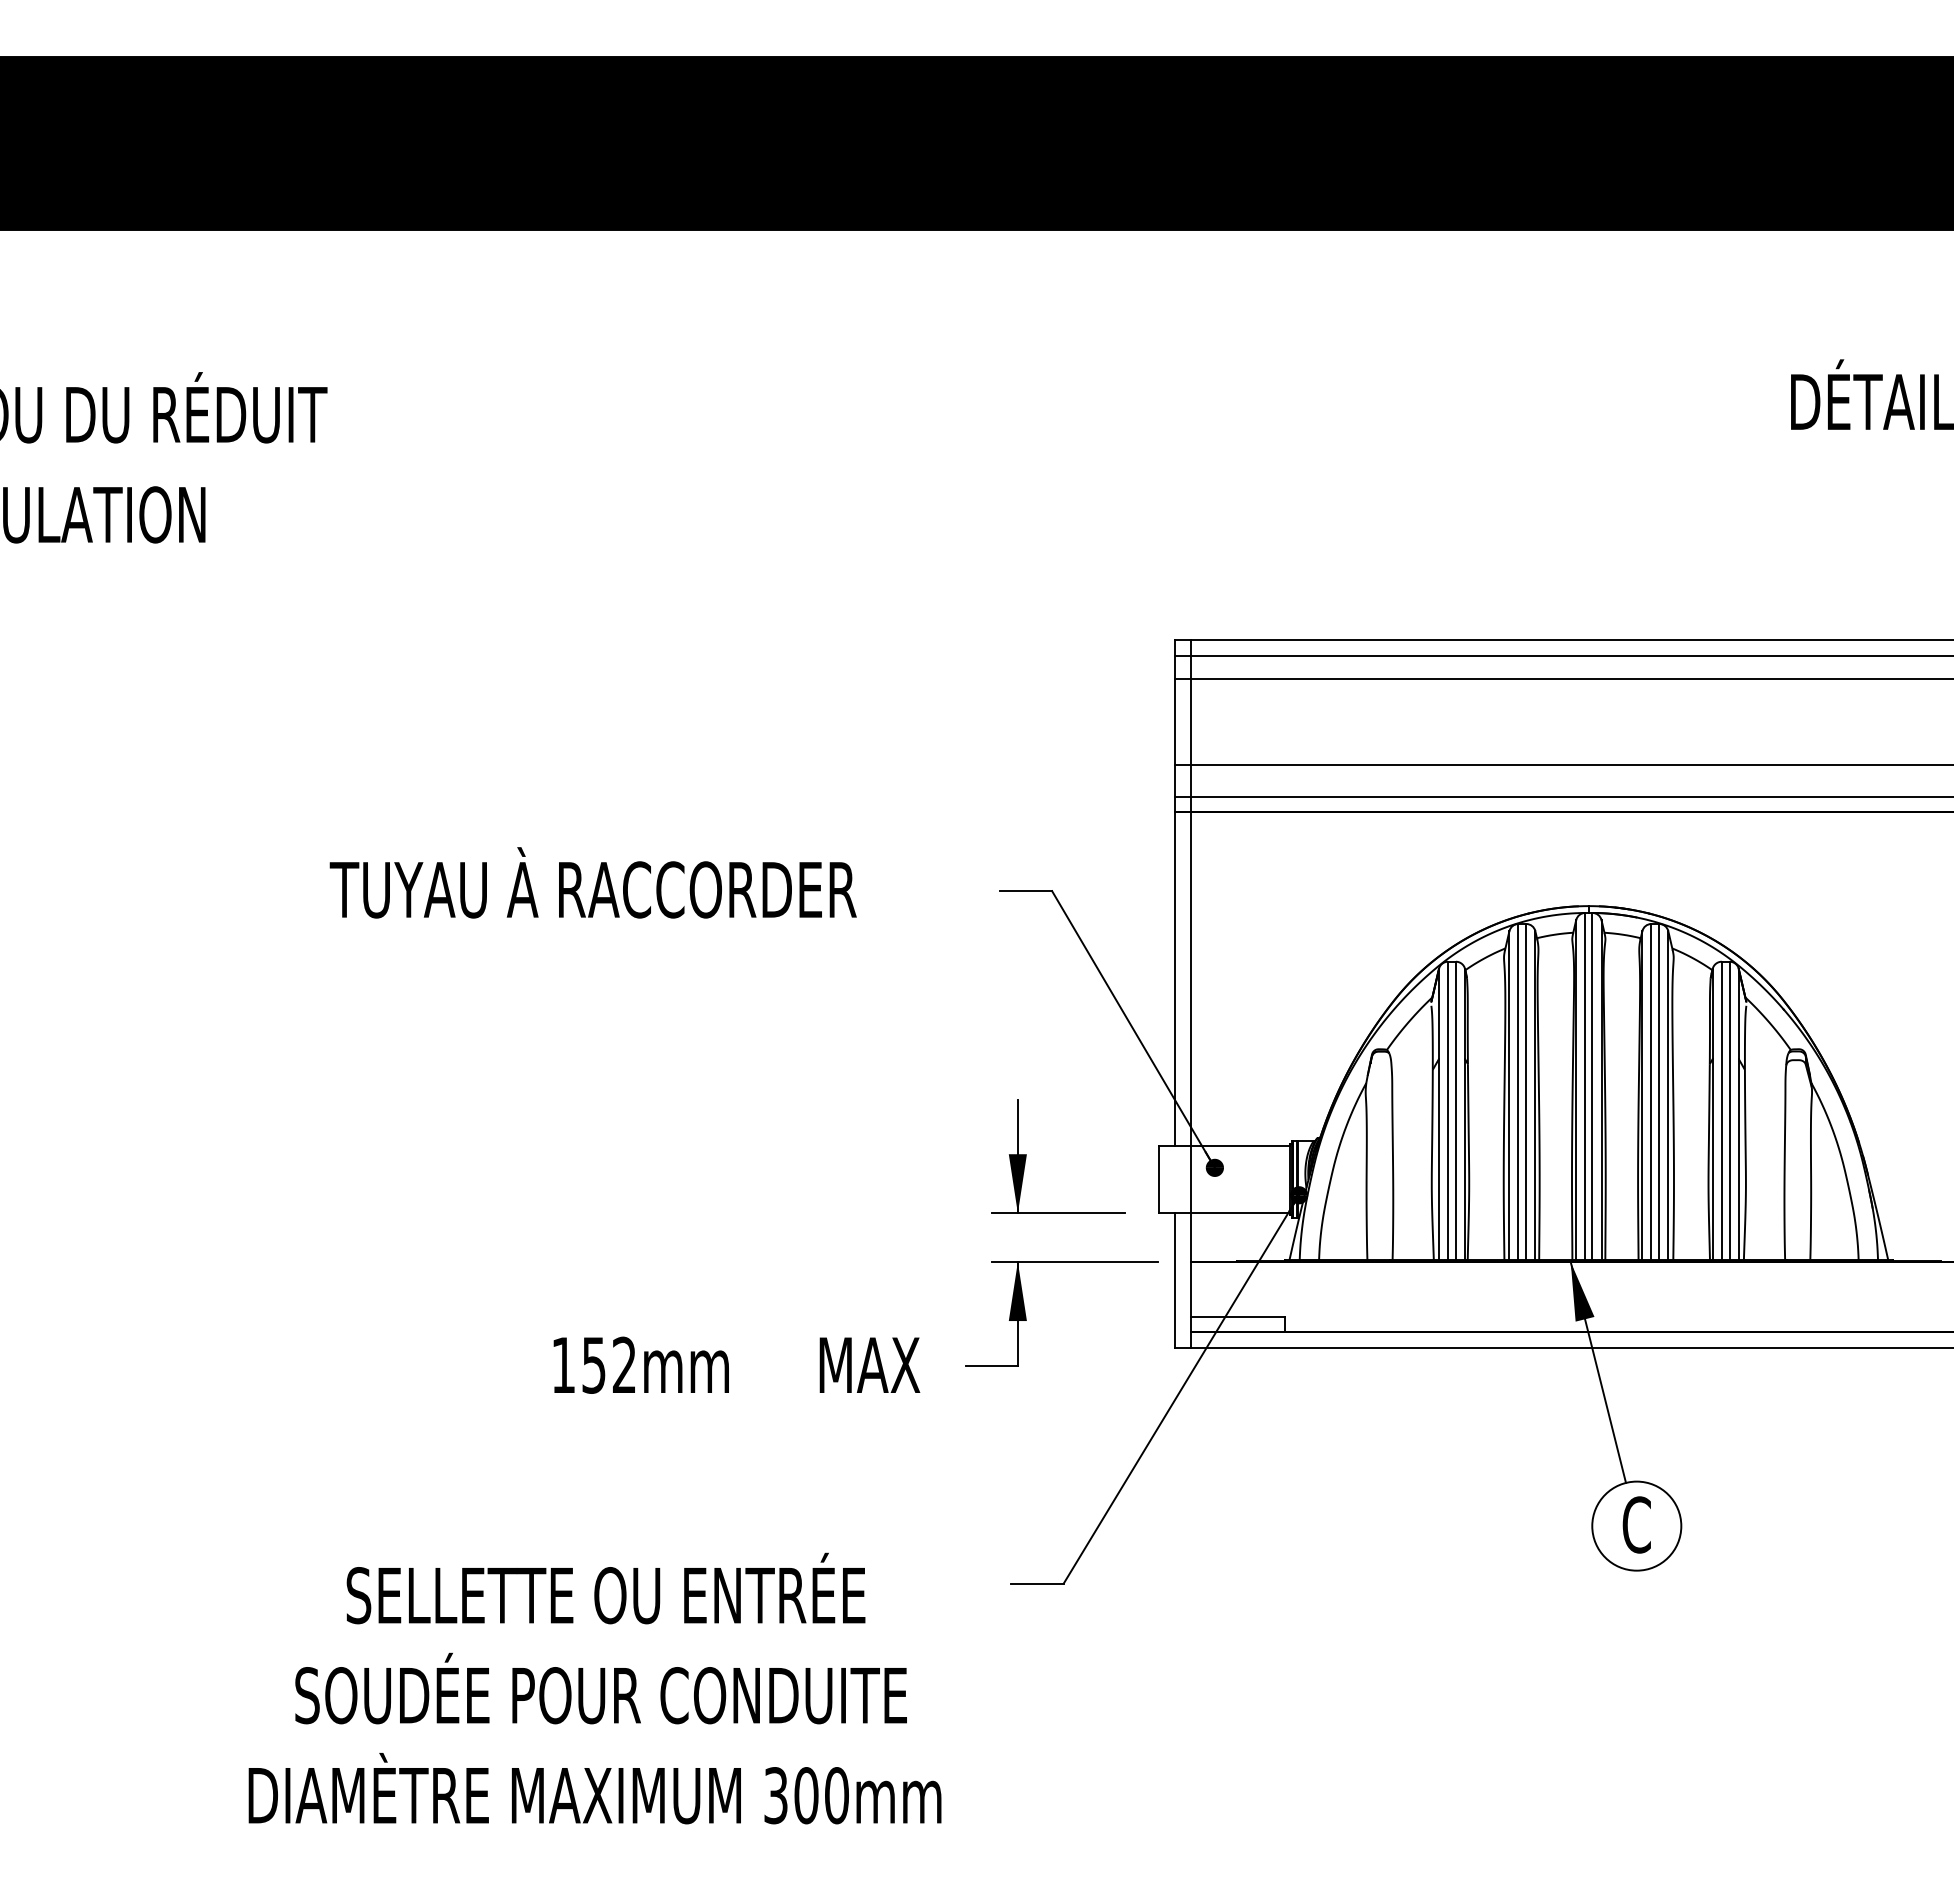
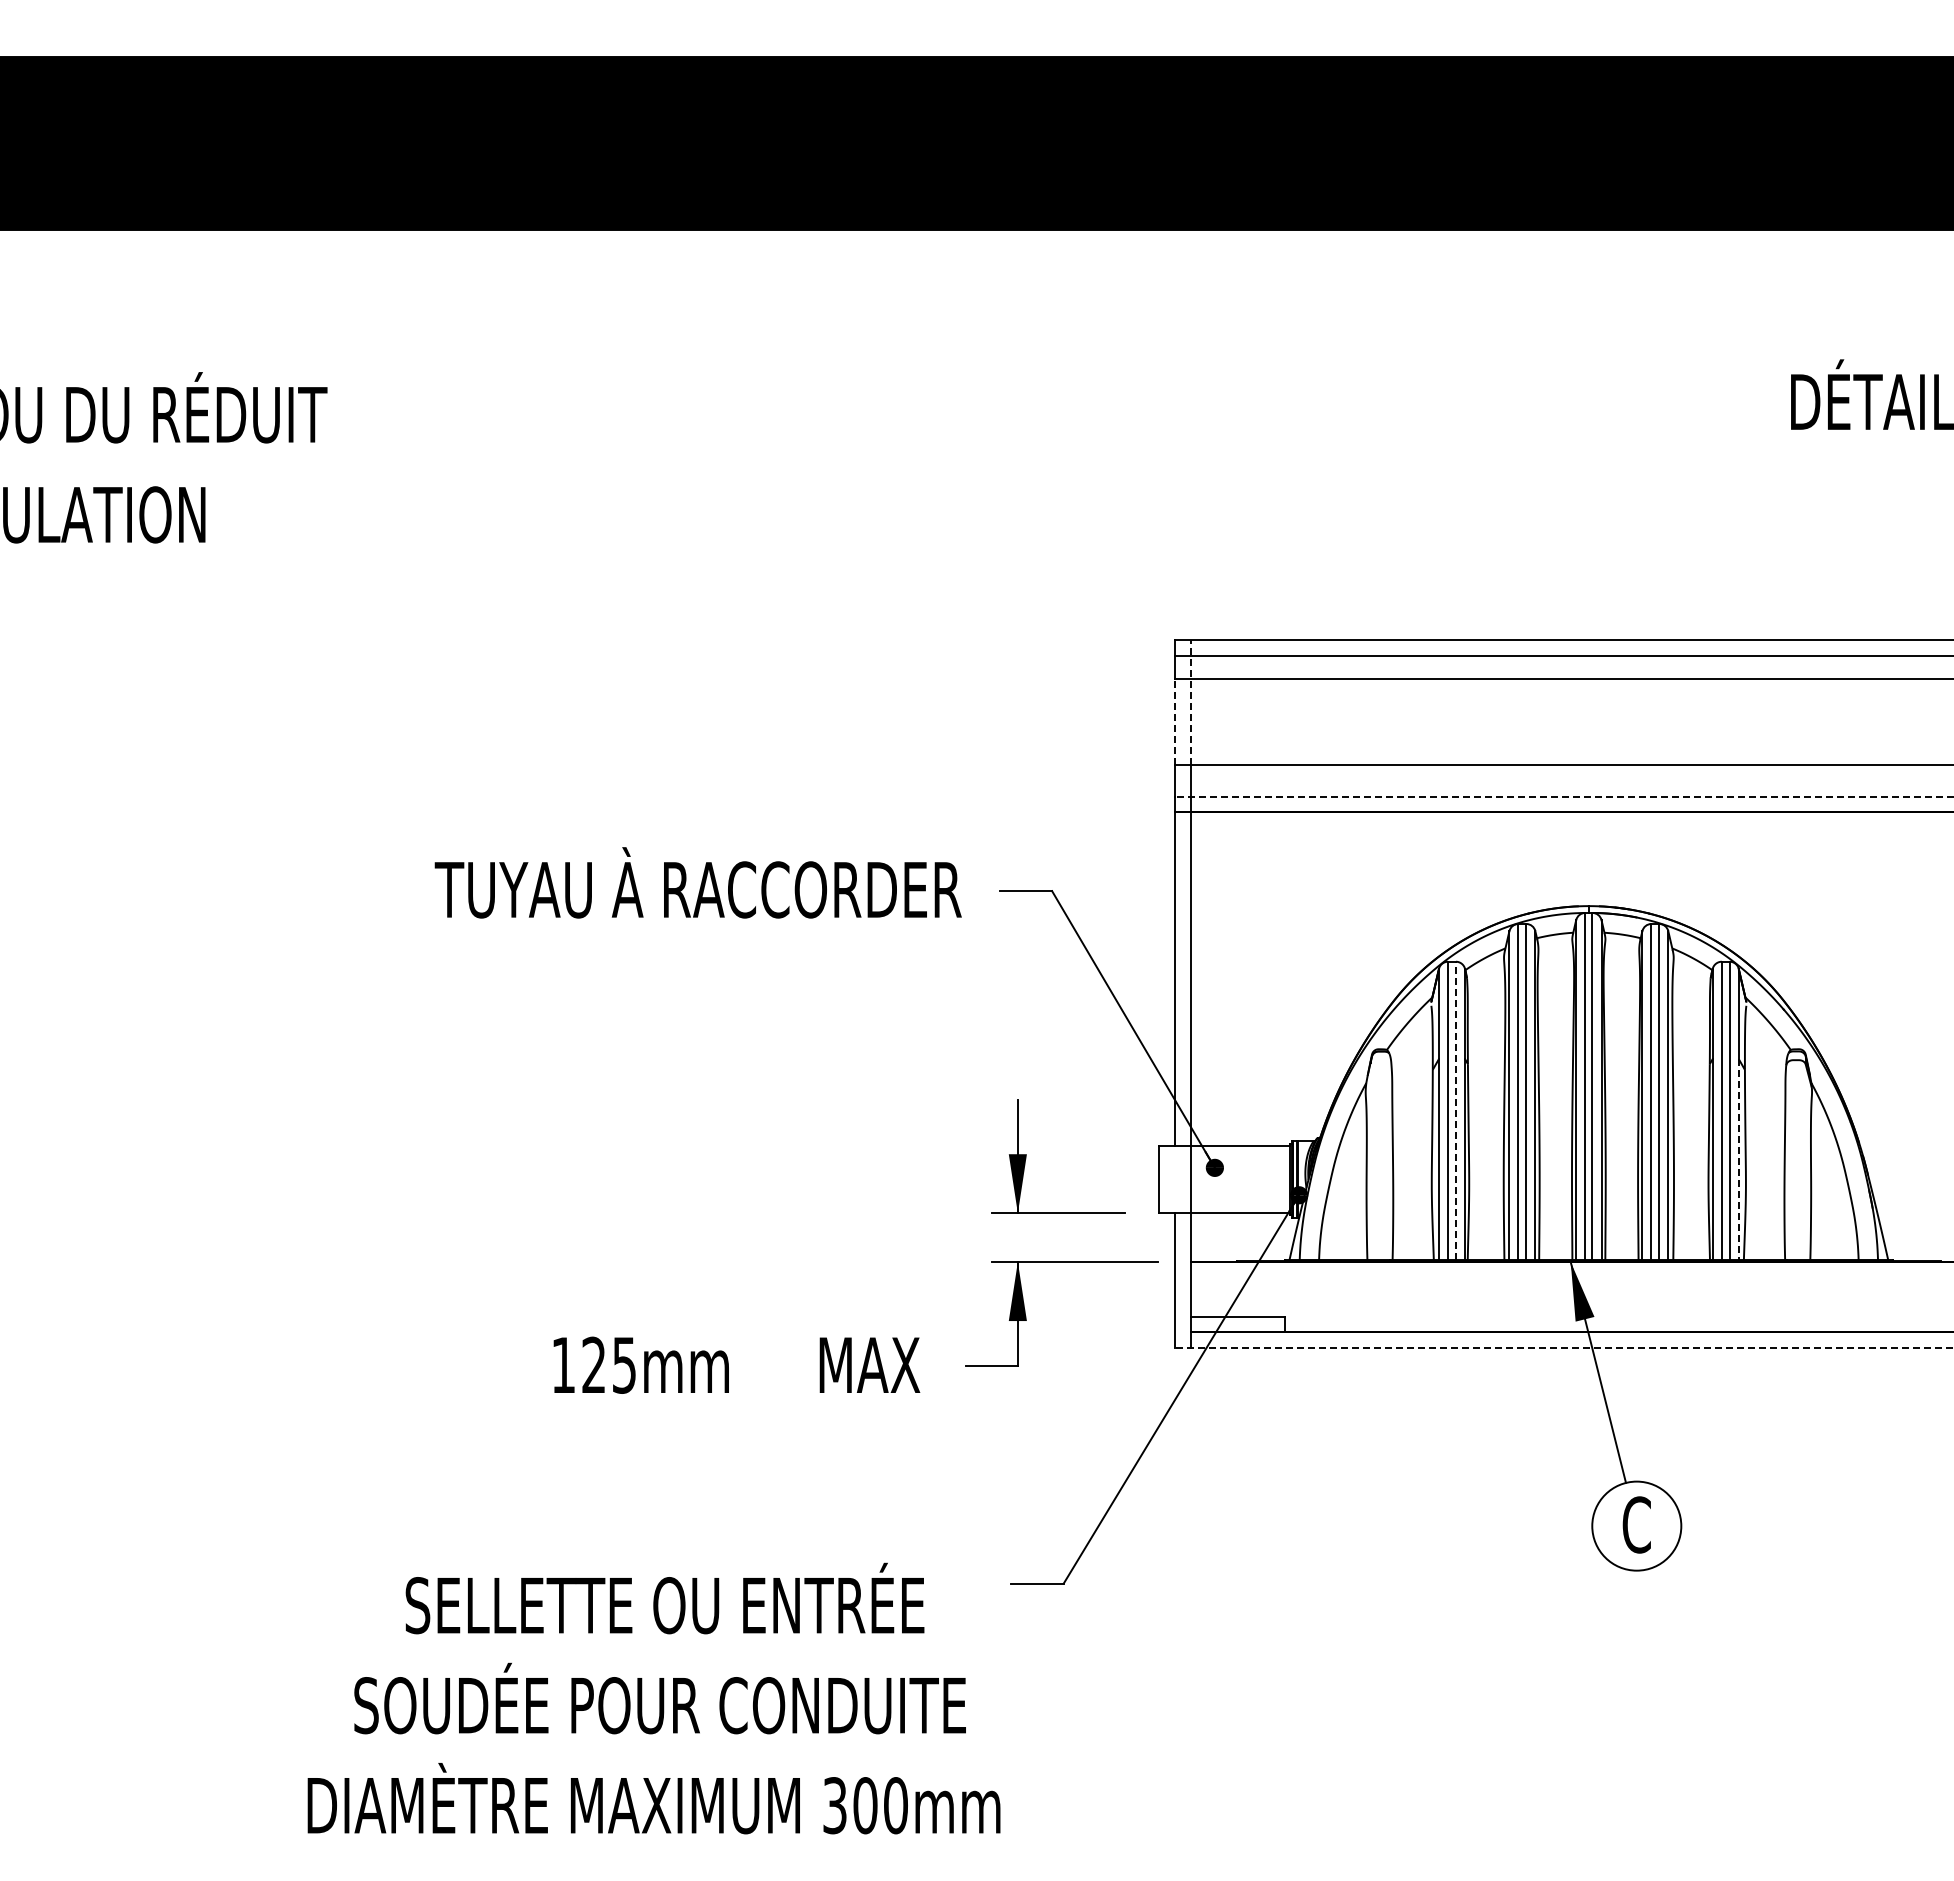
line at (1190, 702): solid -> dashed
line at (1175, 721): solid -> dashed
line at (1564, 796): solid -> dashed
text at (592, 882) position: (592, 882) -> (697, 882)
line at (1455, 1110): solid -> dashed
line at (1738, 1159): solid -> dashed
line at (1563, 1348): solid -> dashed
text at (608, 1364): 152mm -> 125mm
text at (594, 1688) position: (594, 1688) -> (653, 1698)
